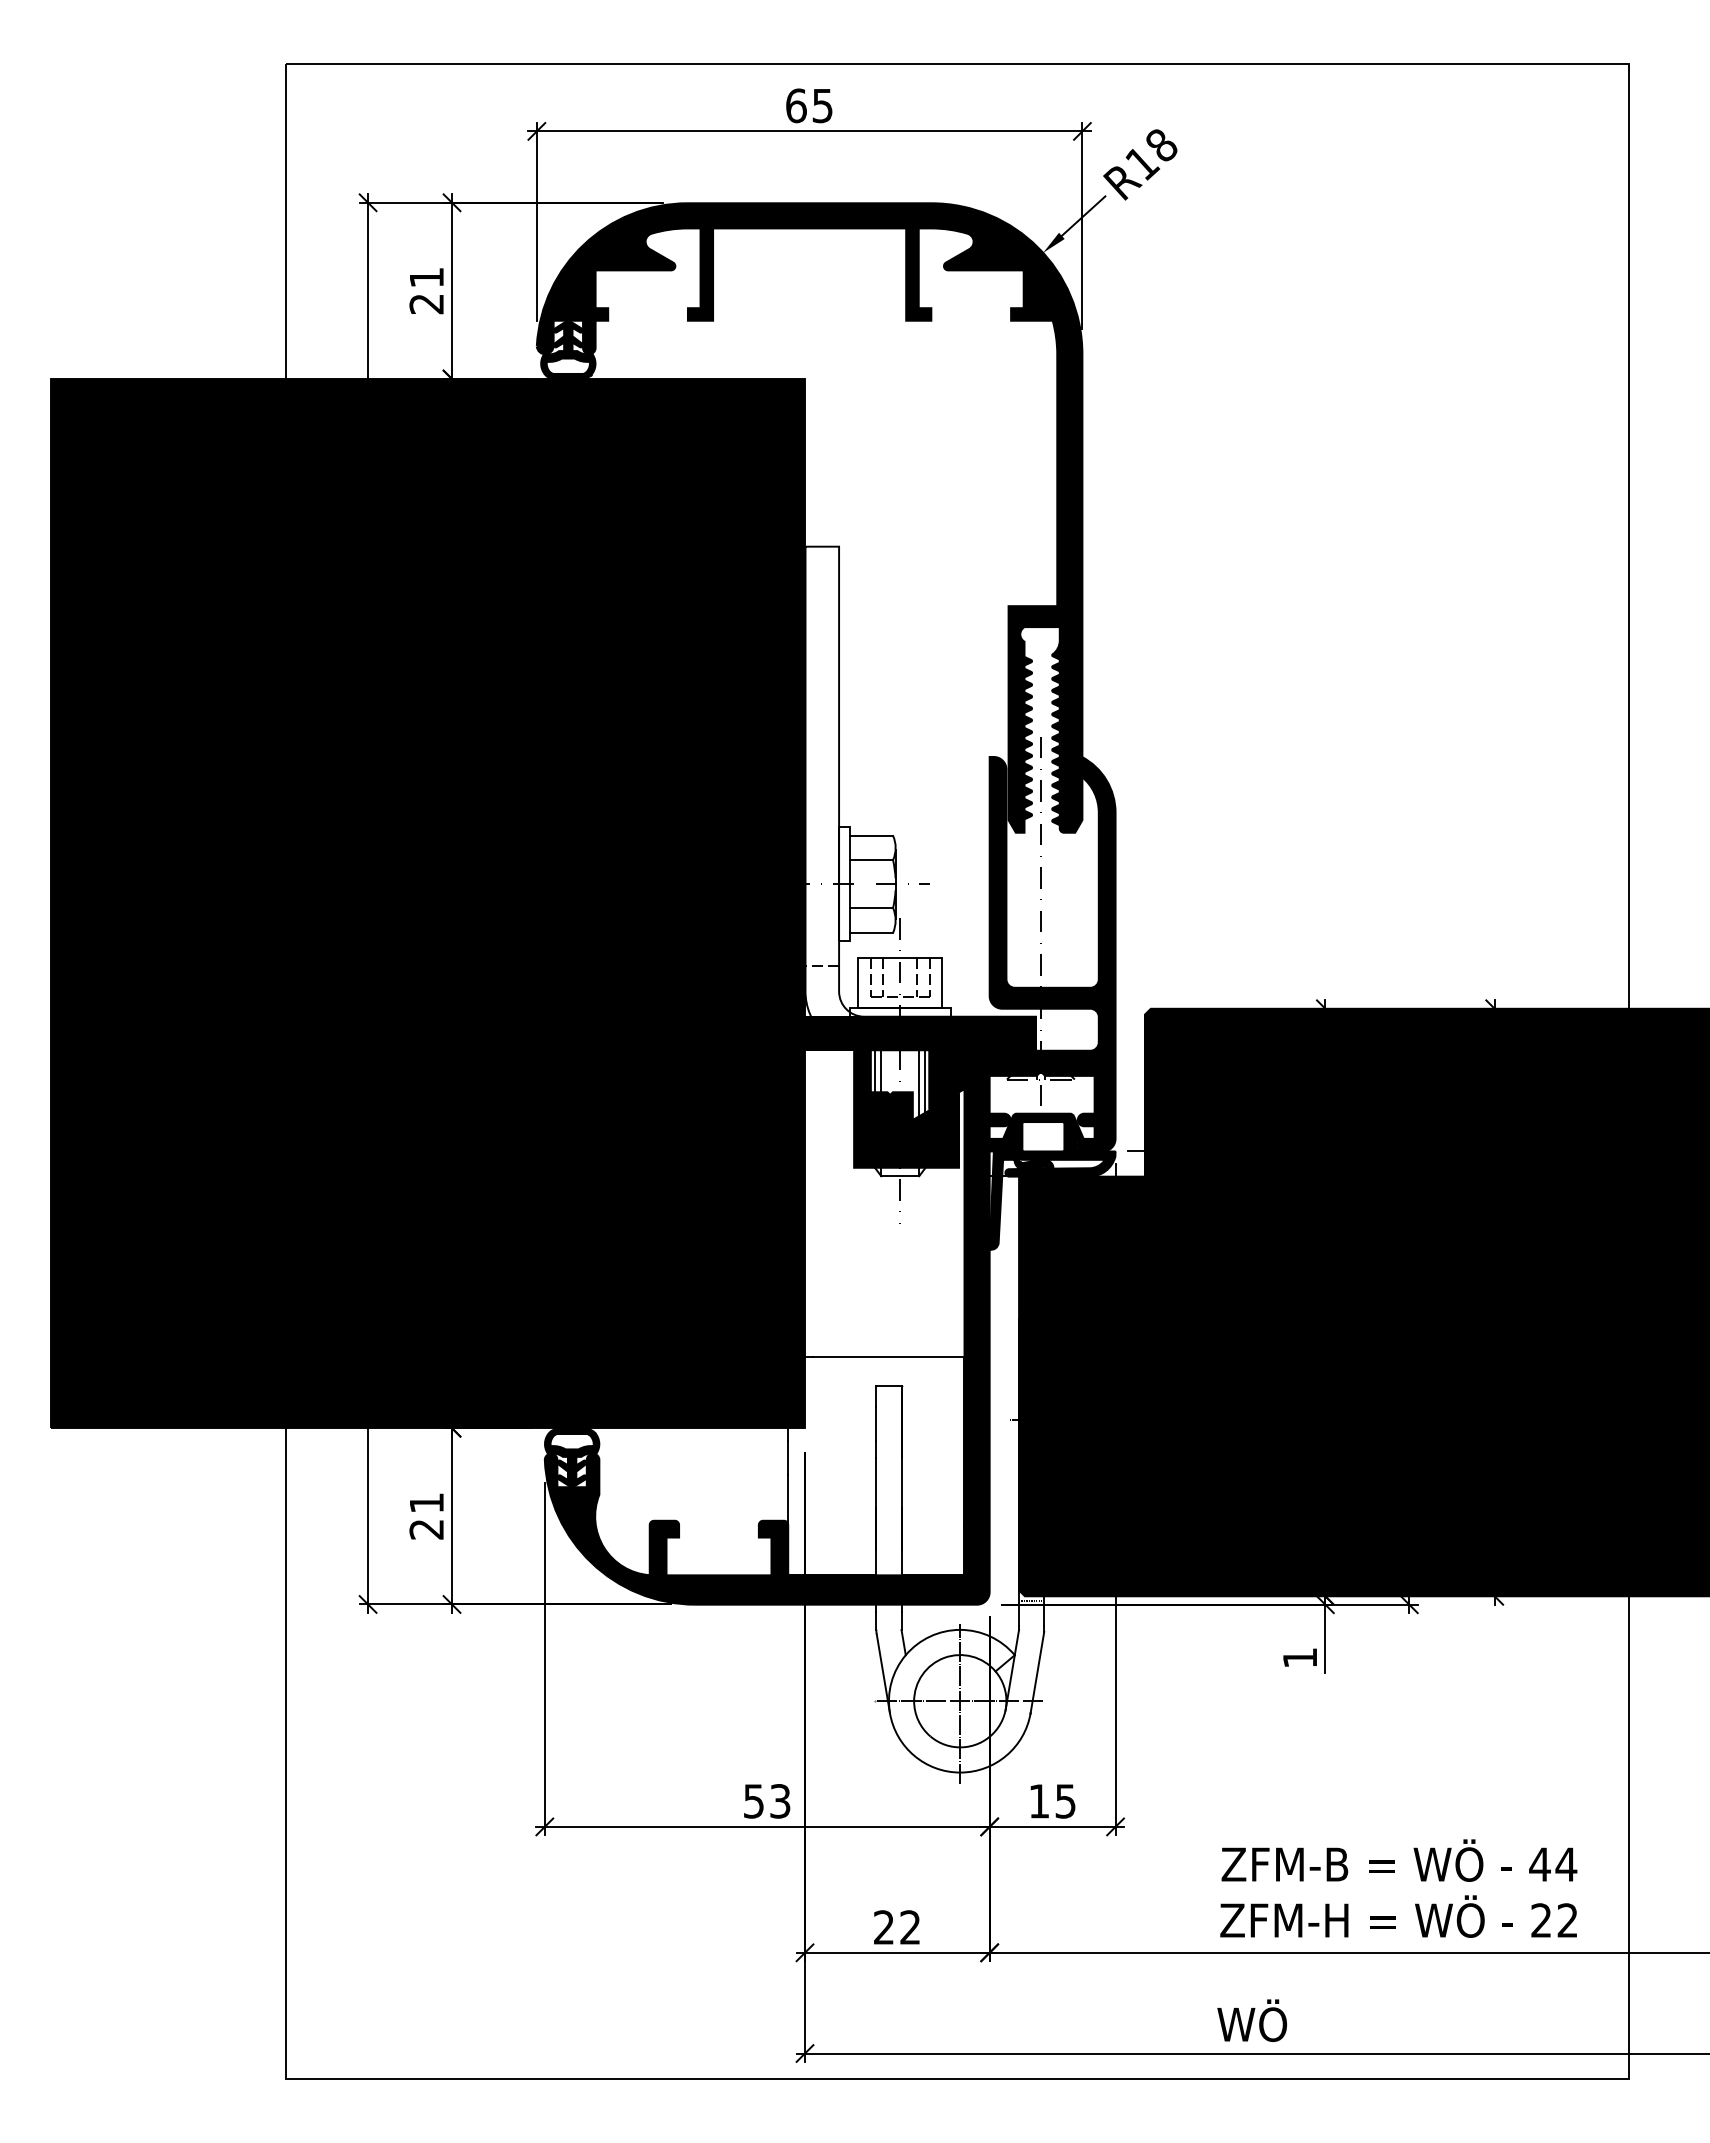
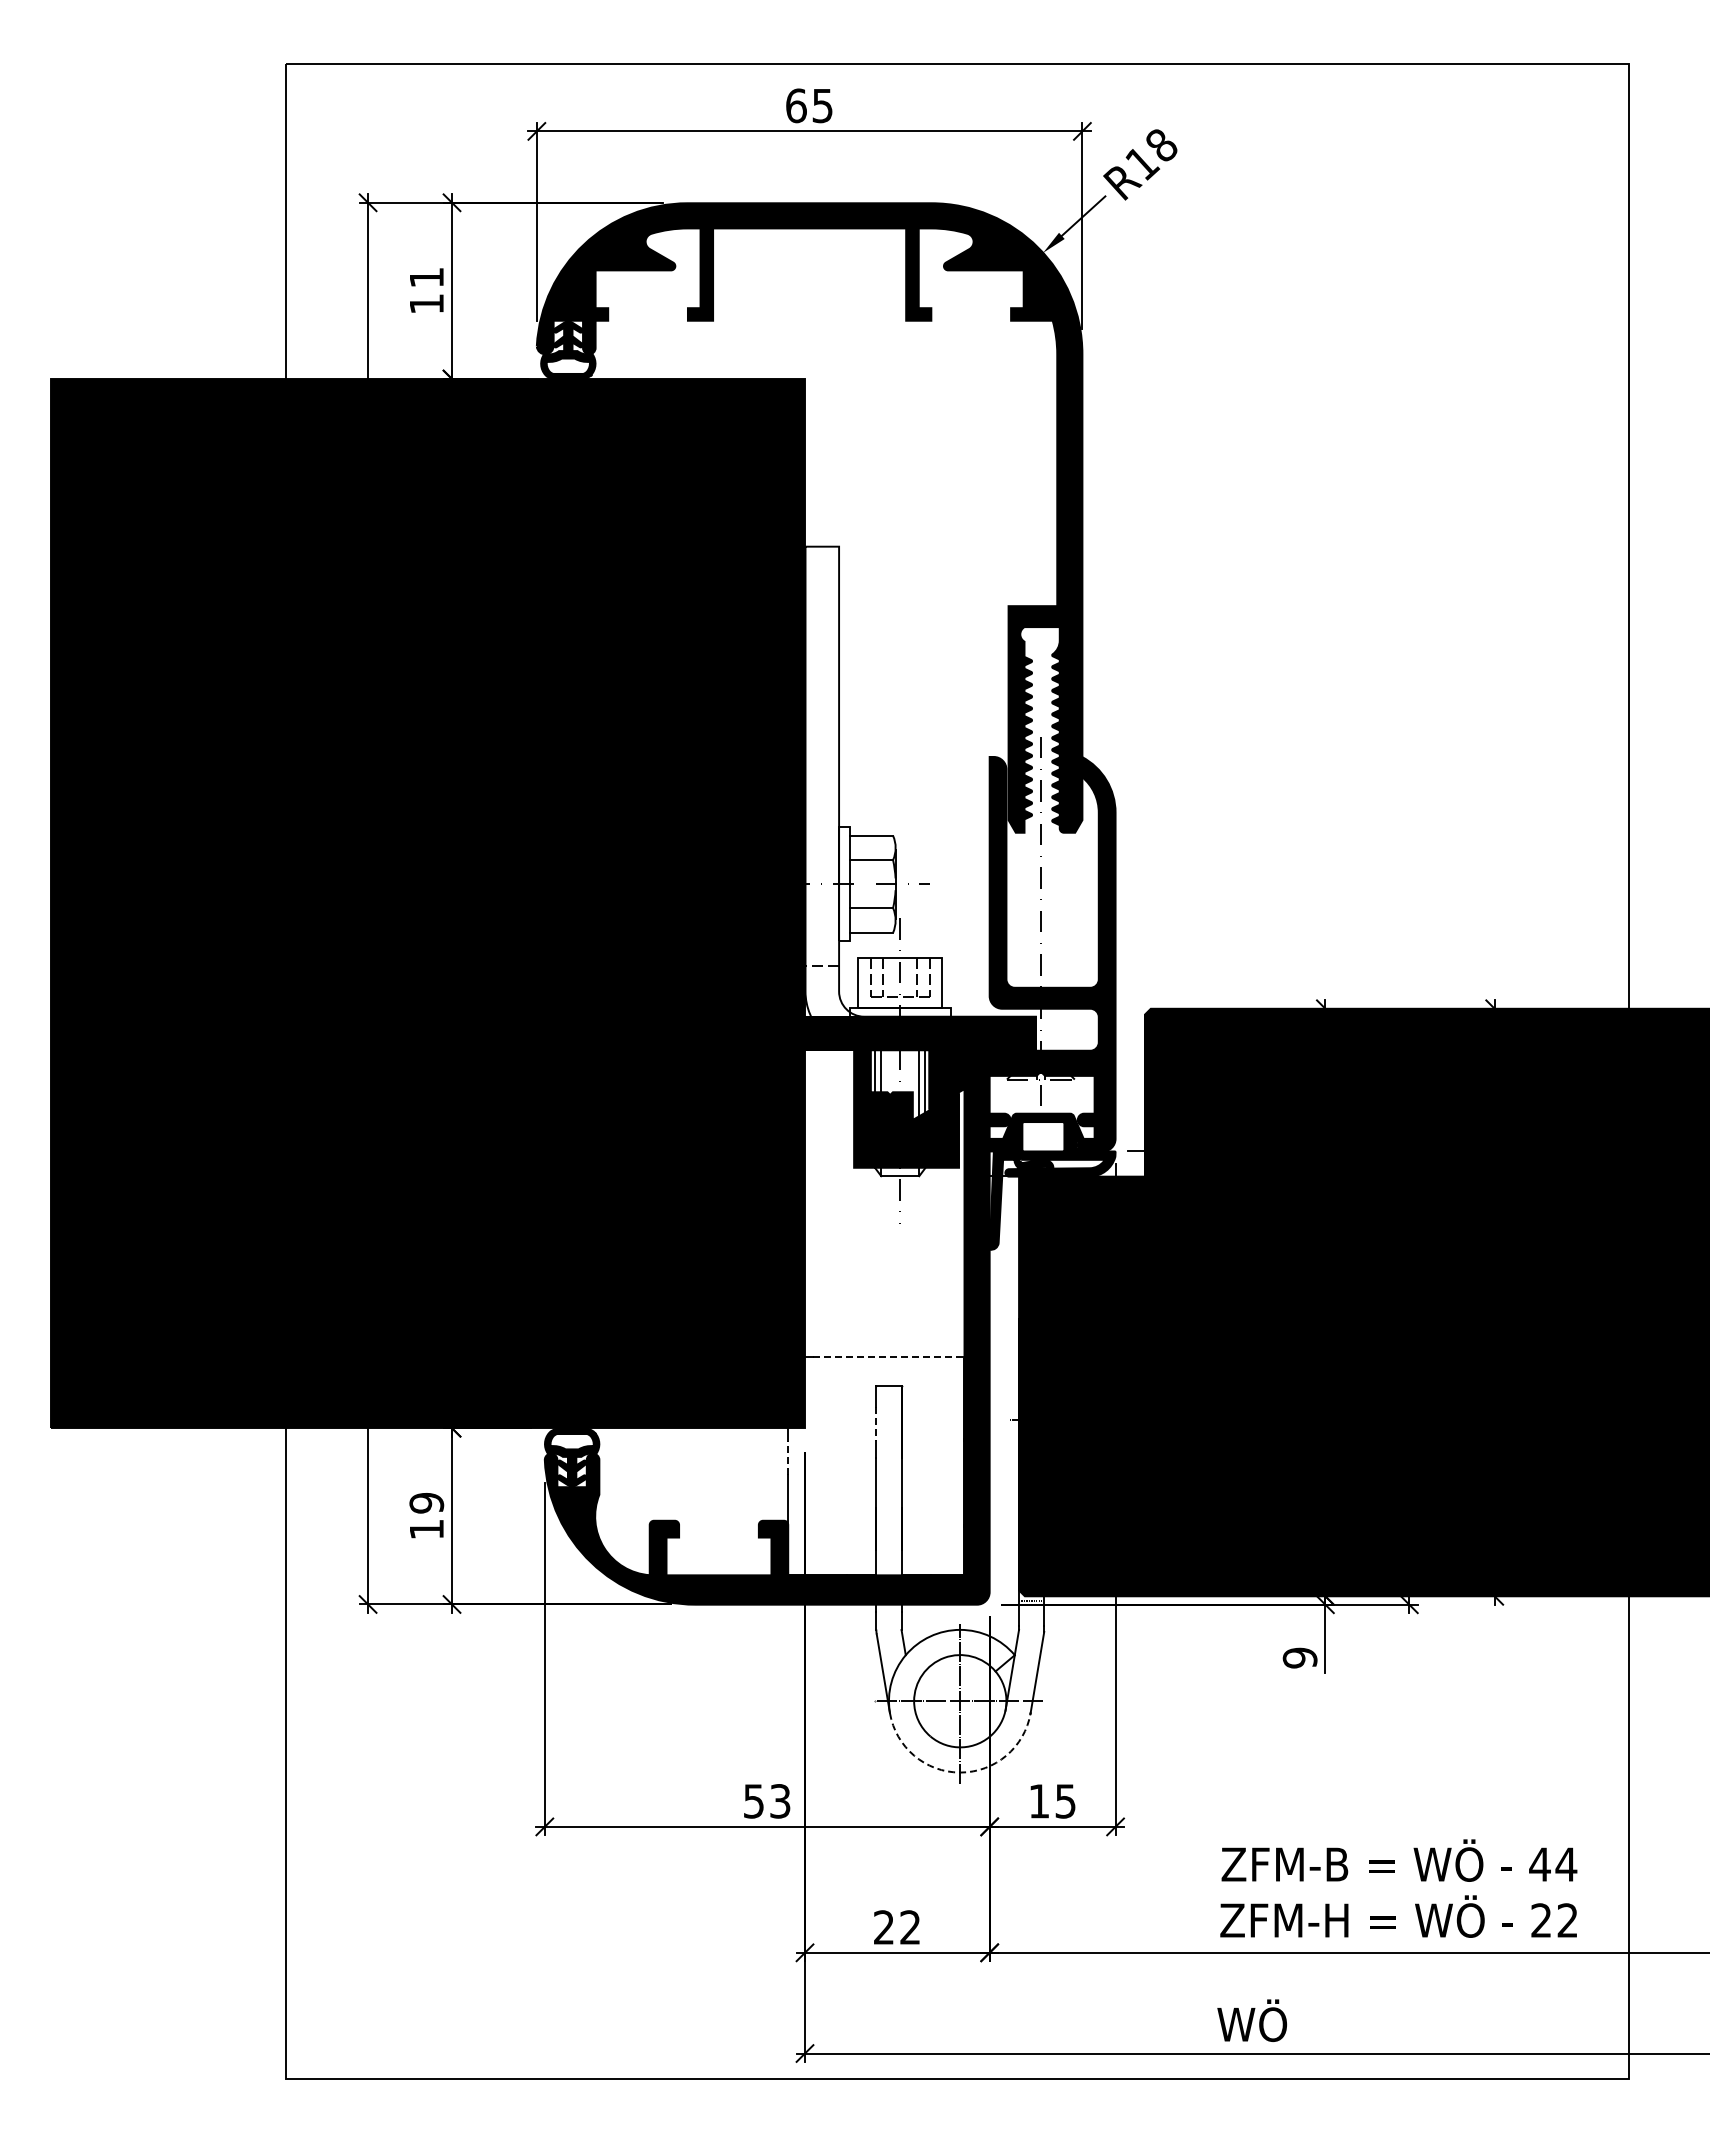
text at (426, 304): 21 -> 11
line at (888, 1357): solid -> dashed
line at (876, 1424): solid -> dashed
line at (788, 1457): solid -> dashed
text at (426, 1516): 21 -> 19
text at (1299, 1657): 1 -> 9
arc at (960, 1772): solid -> dashed
